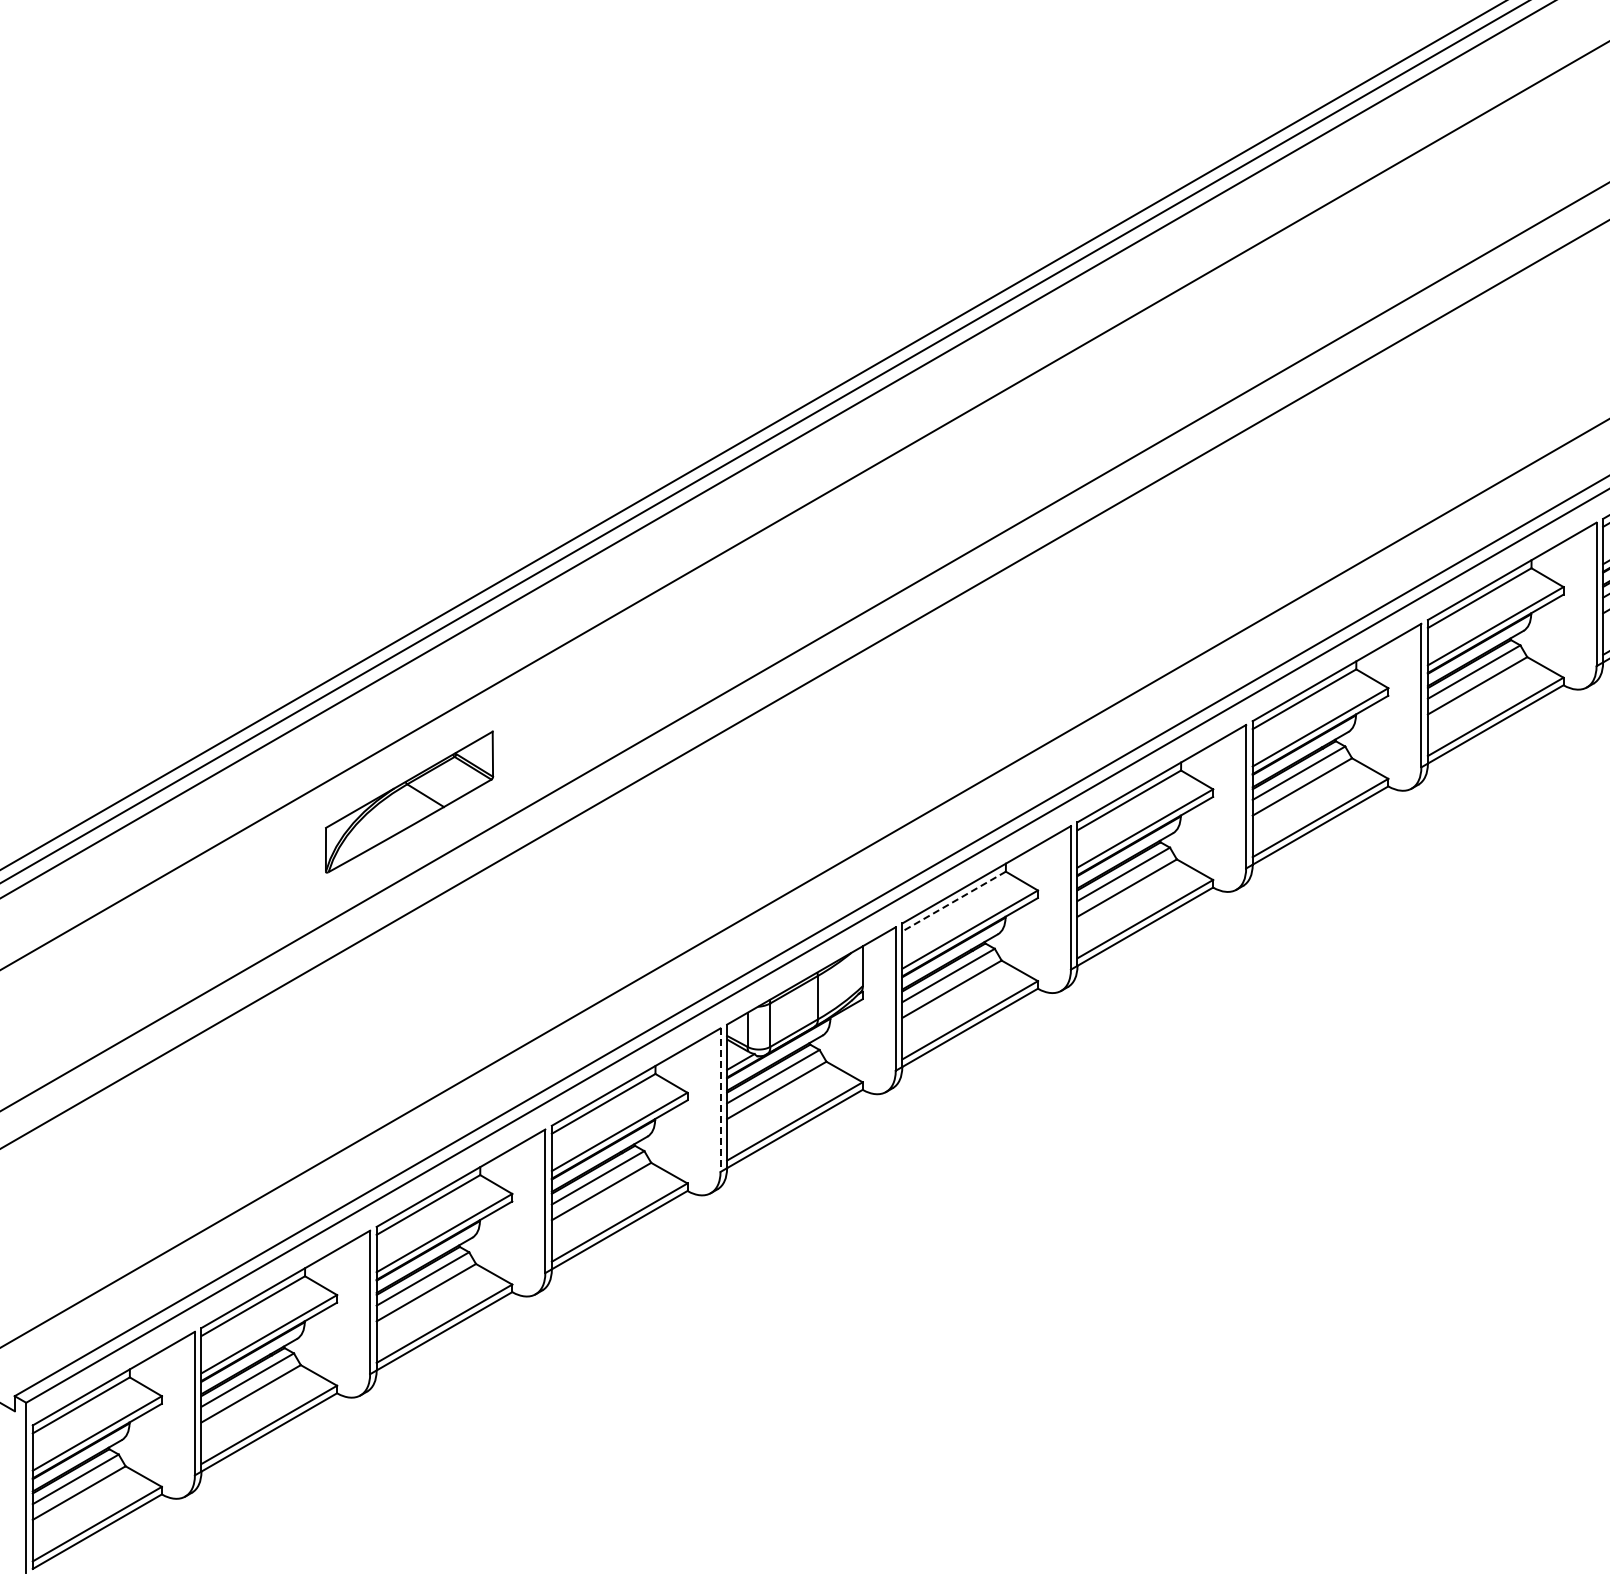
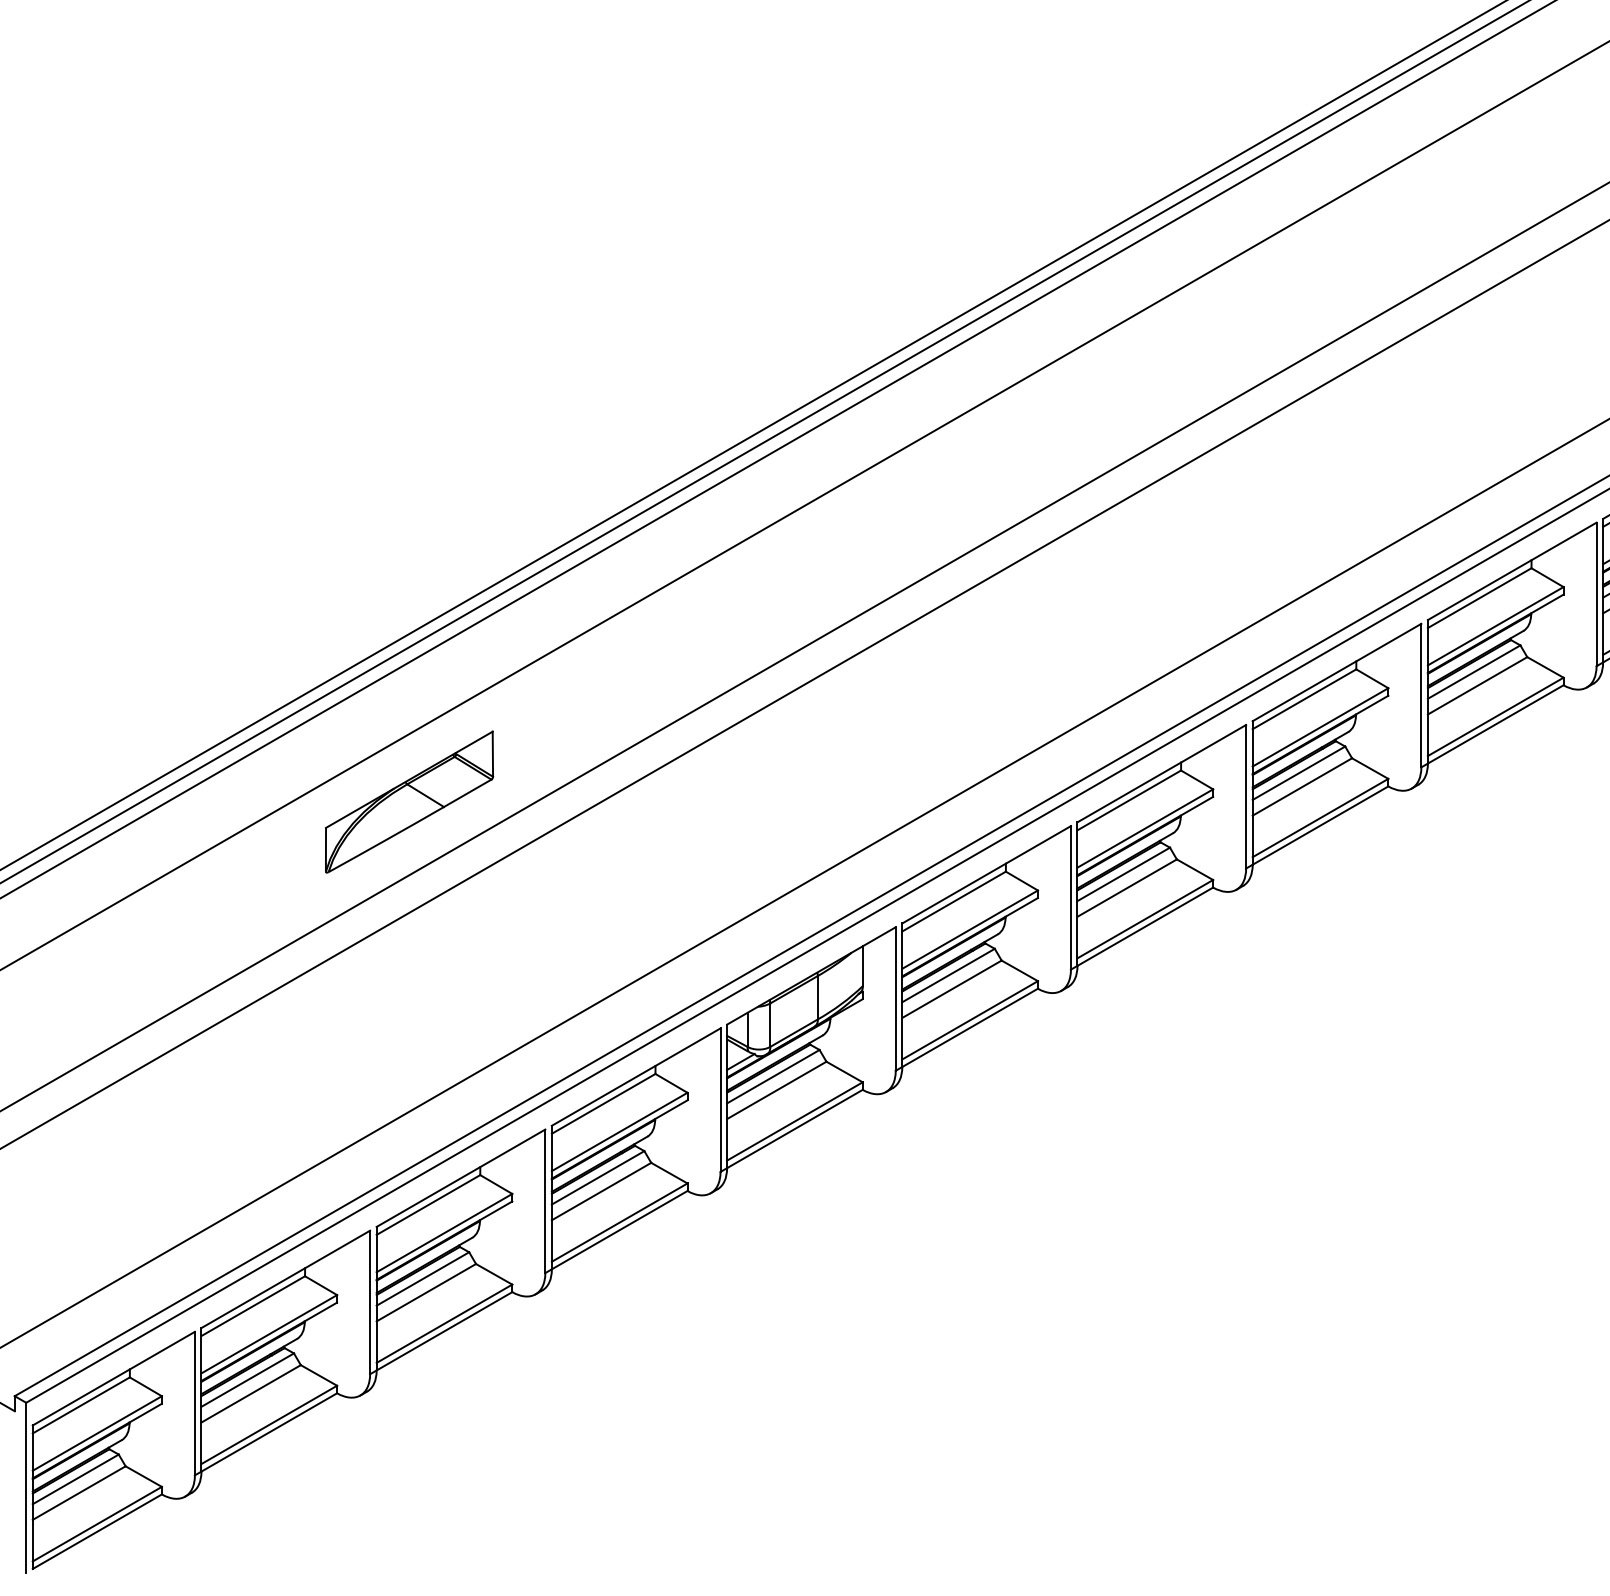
line at (954, 901): dashed -> solid
line at (720, 1100): dashed -> solid
